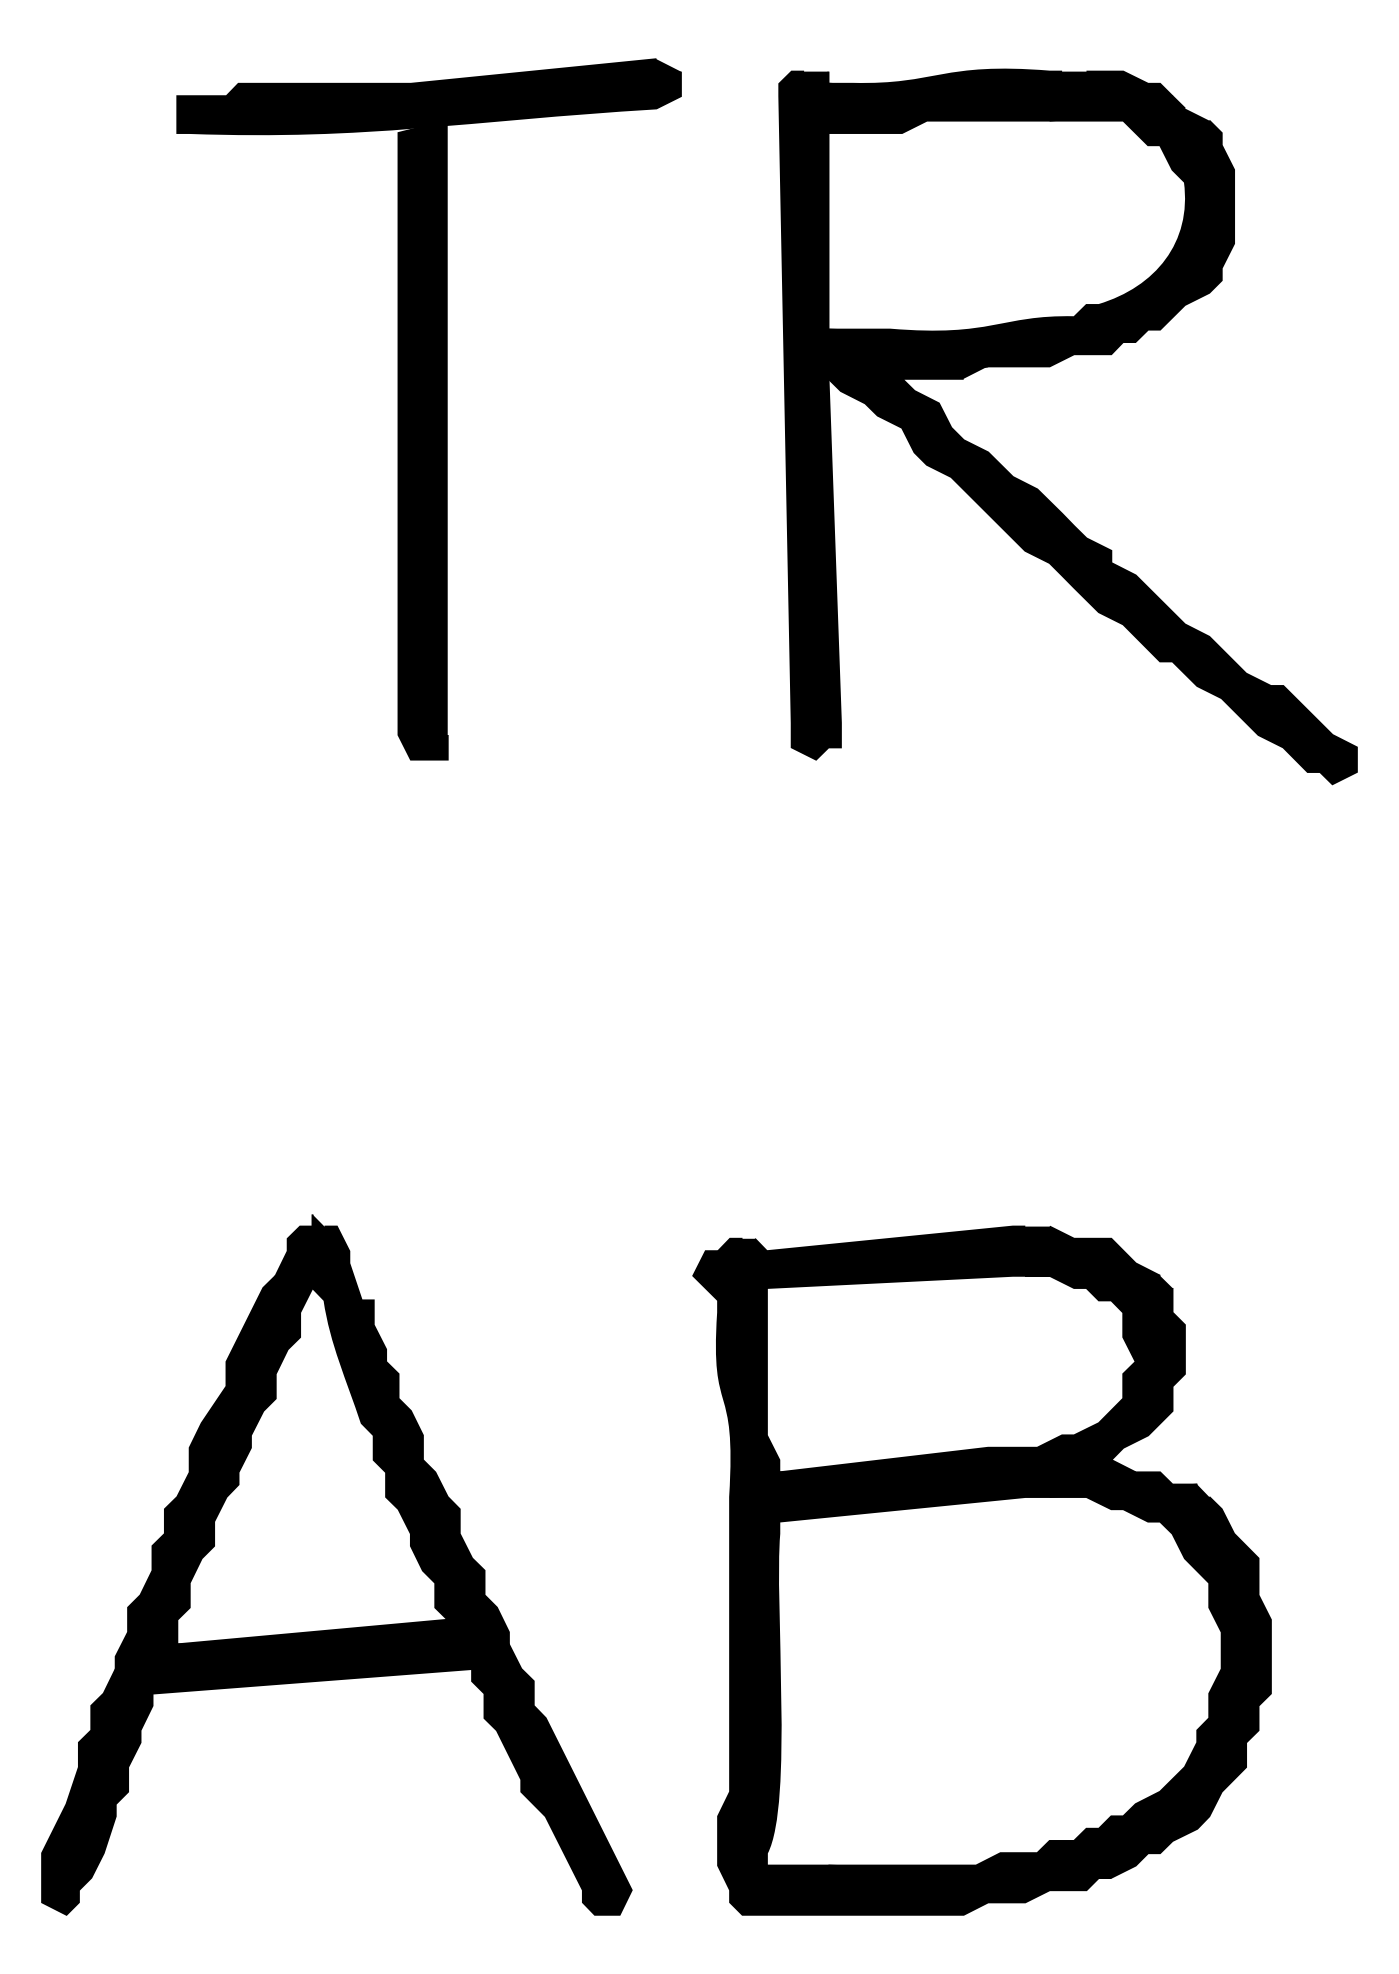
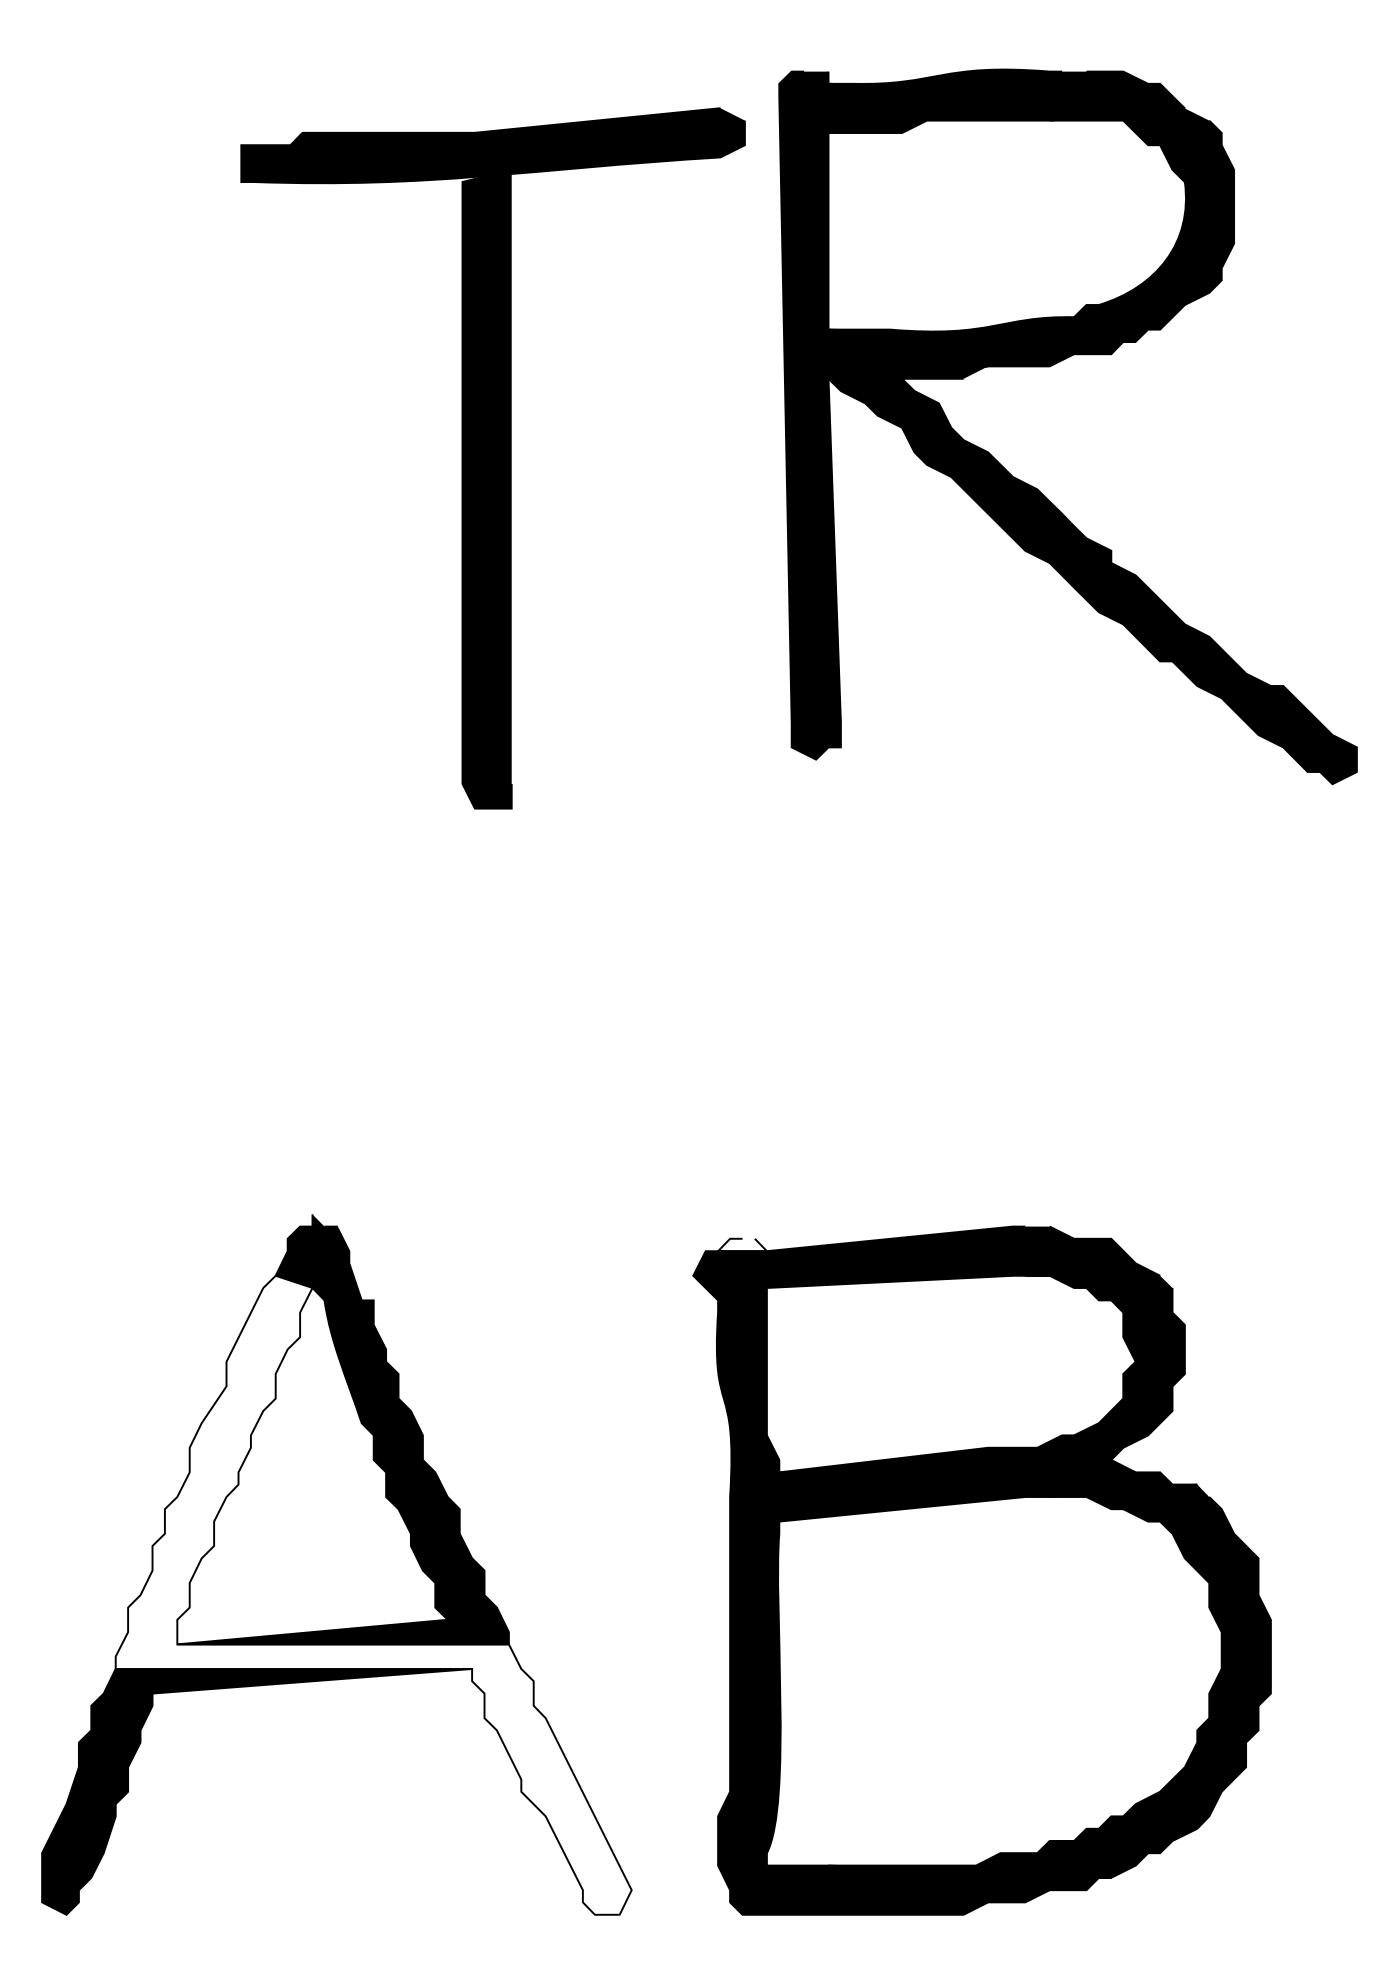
part at (428, 409) position: (428, 409) -> (492, 458)
fill at (742, 1244): present -> none
fill at (373, 1594): present -> none
